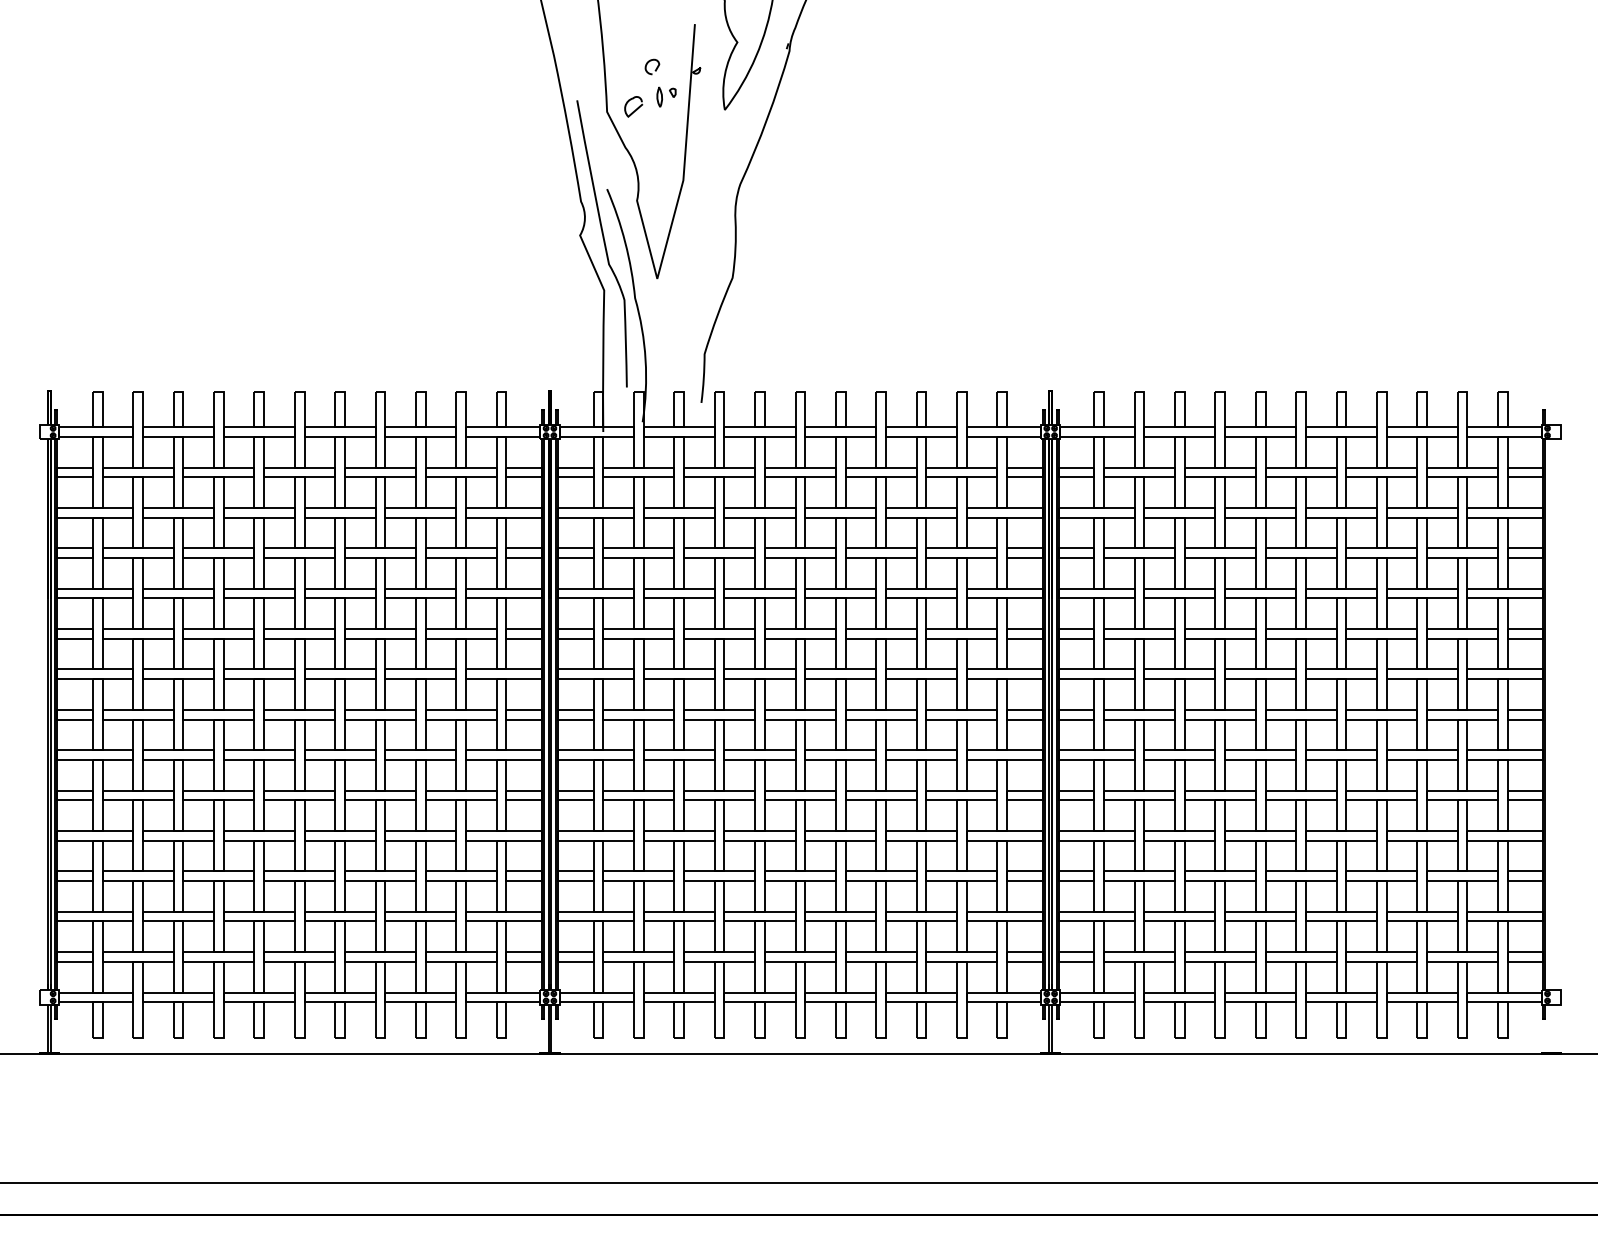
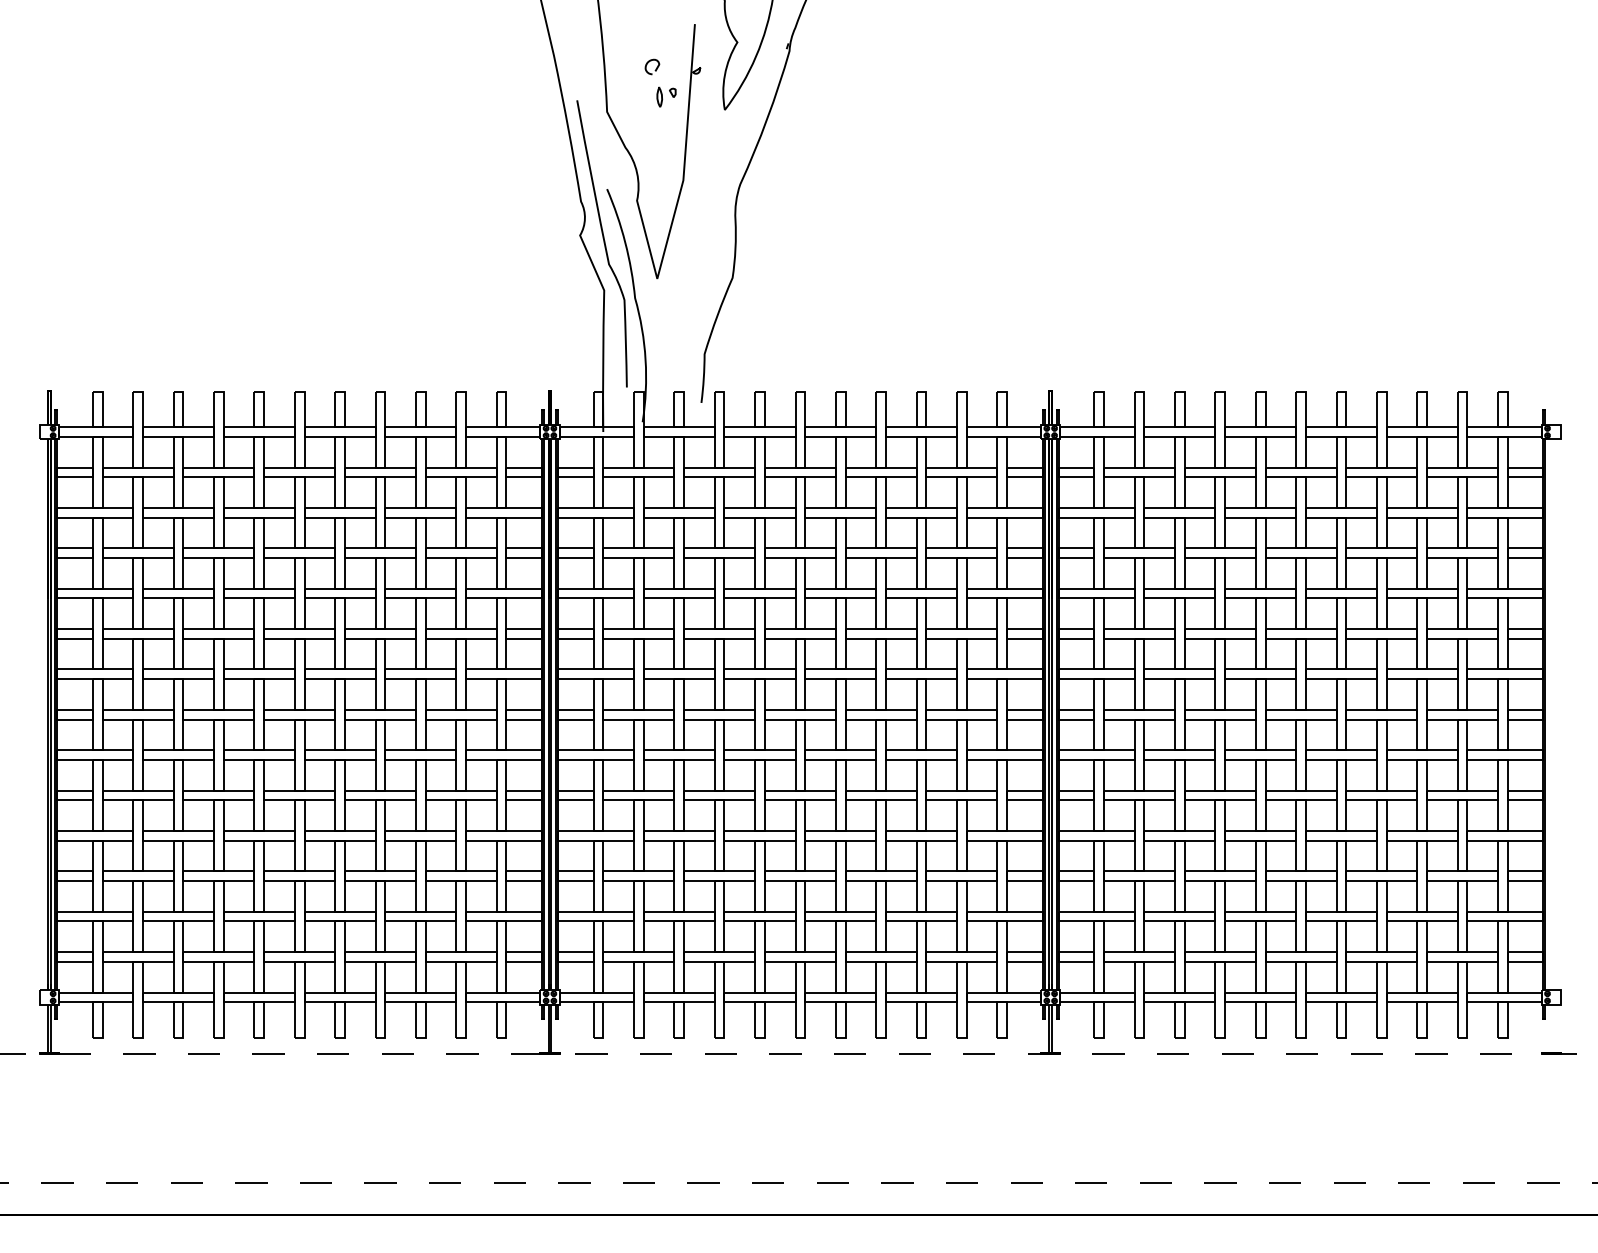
curve at (636, 108): present -> none
line at (799, 1053): solid -> dashed
line at (798, 1183): solid -> dashed
